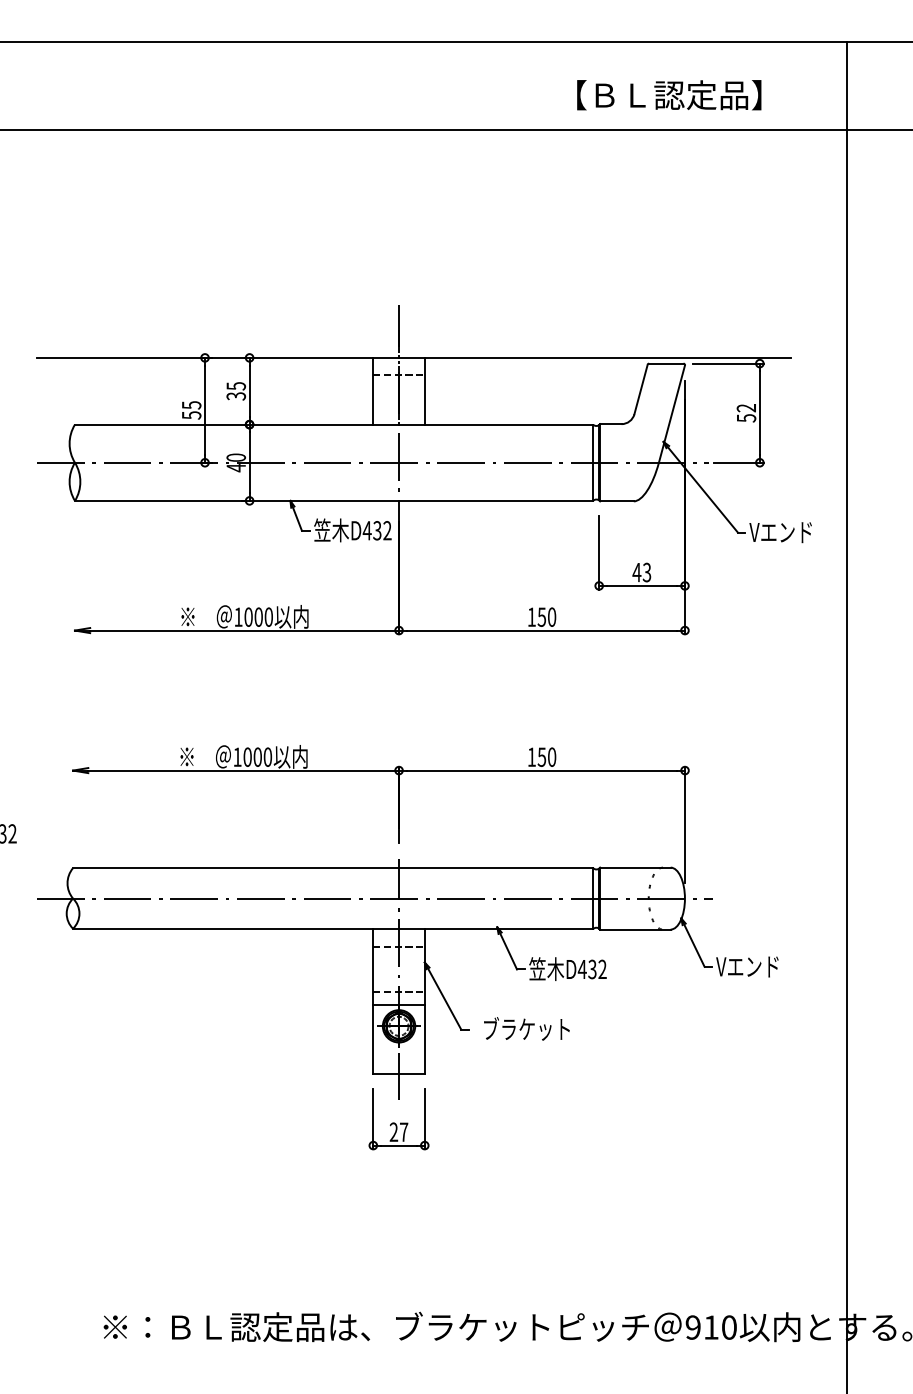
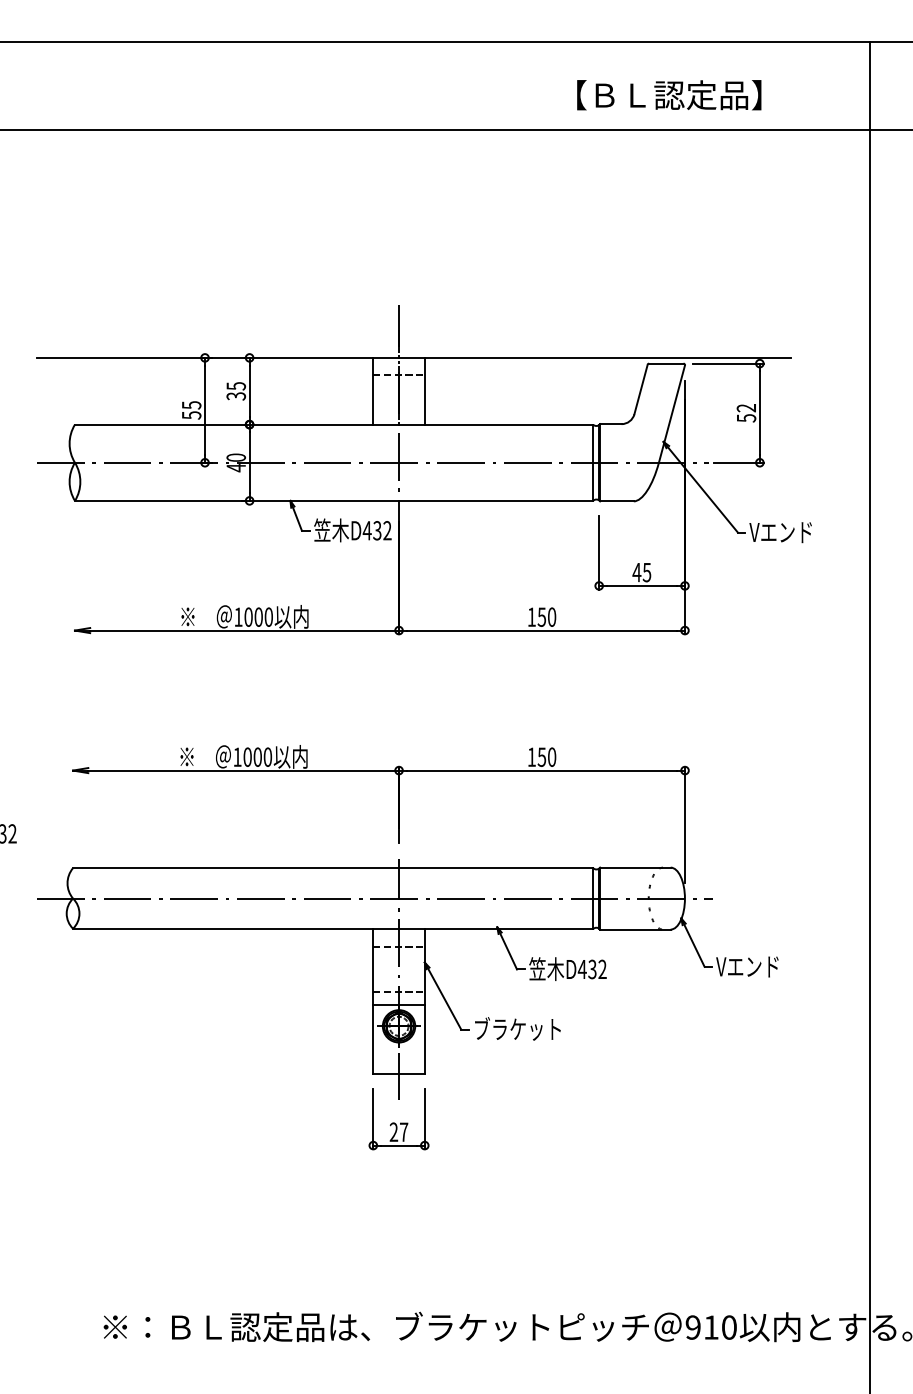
text at (647, 571): 43 -> 45
line at (847, 715) position: (847, 715) -> (870, 715)
text at (526, 1028) position: (526, 1028) -> (517, 1028)
